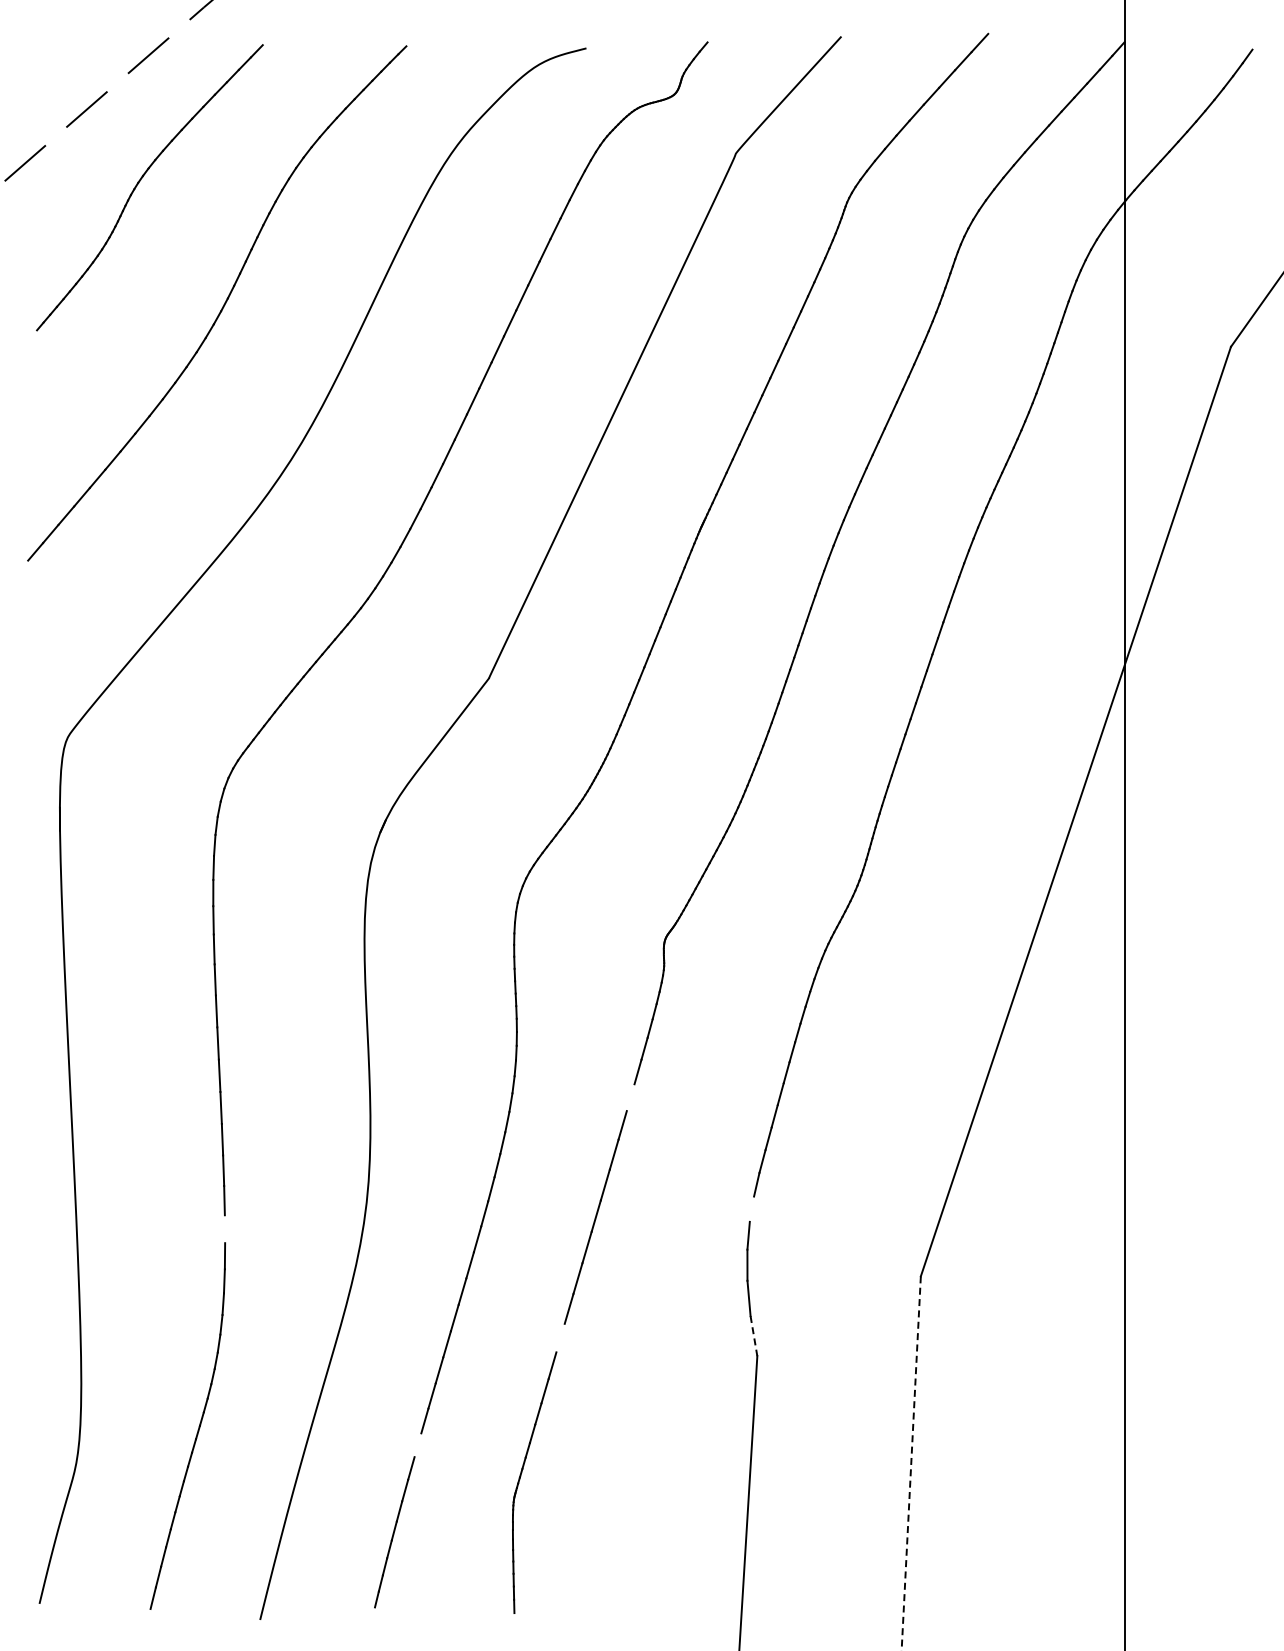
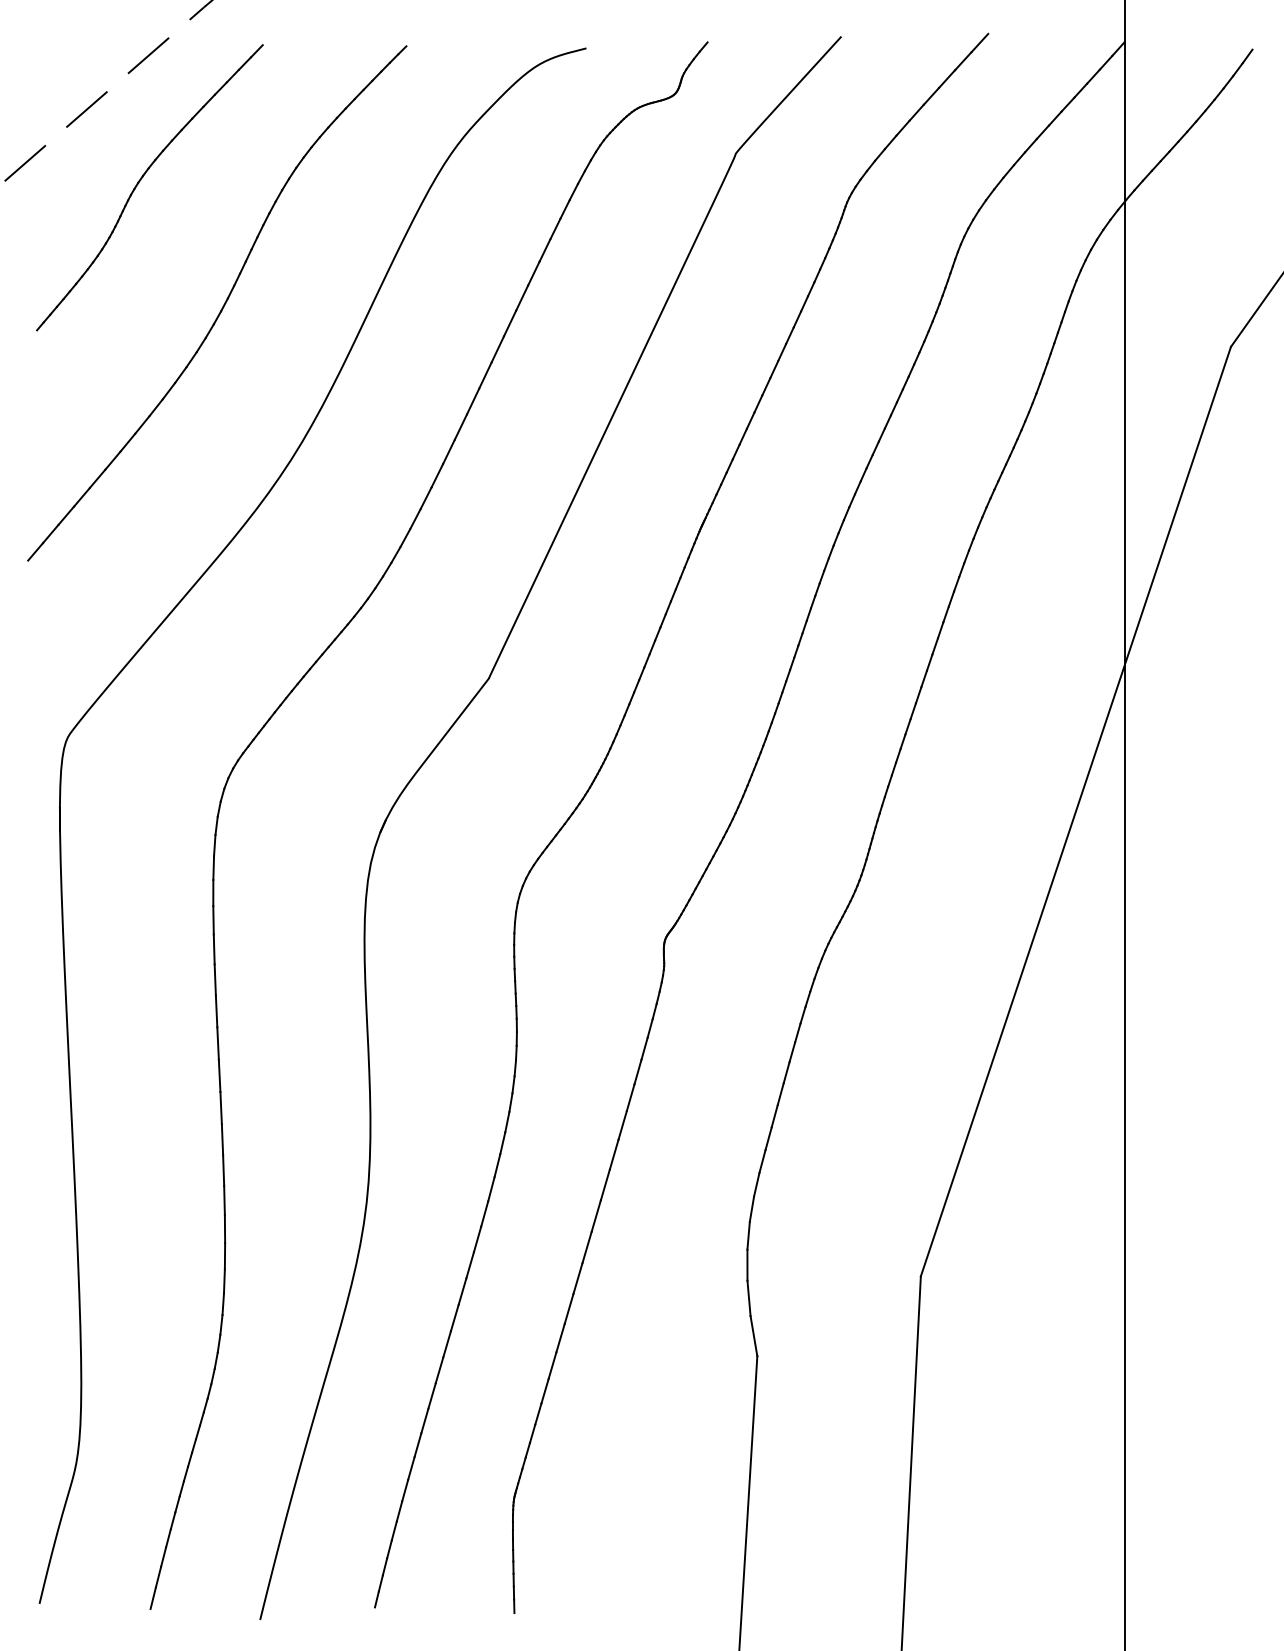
line at (630, 1097): none -> present
line at (751, 1208): none -> present
line at (224, 1229): none -> present
line at (754, 1336): dashed -> solid
line at (560, 1337): none -> present
line at (417, 1445): none -> present
line at (911, 1463): dashed -> solid
